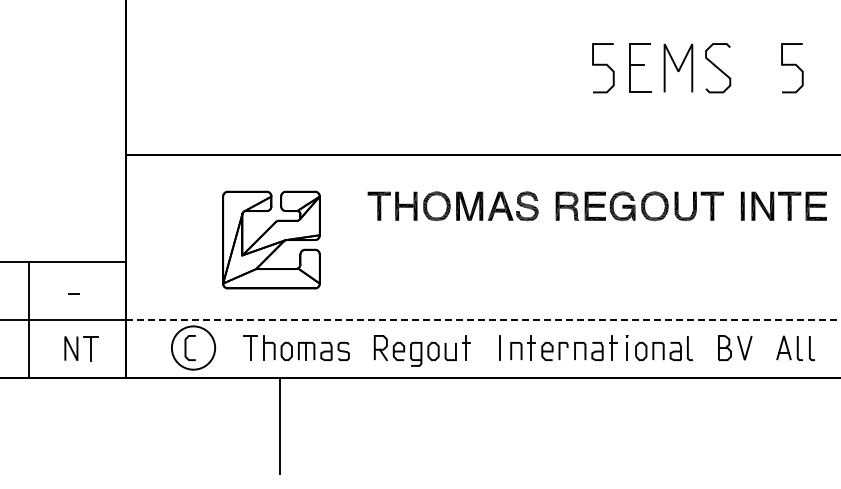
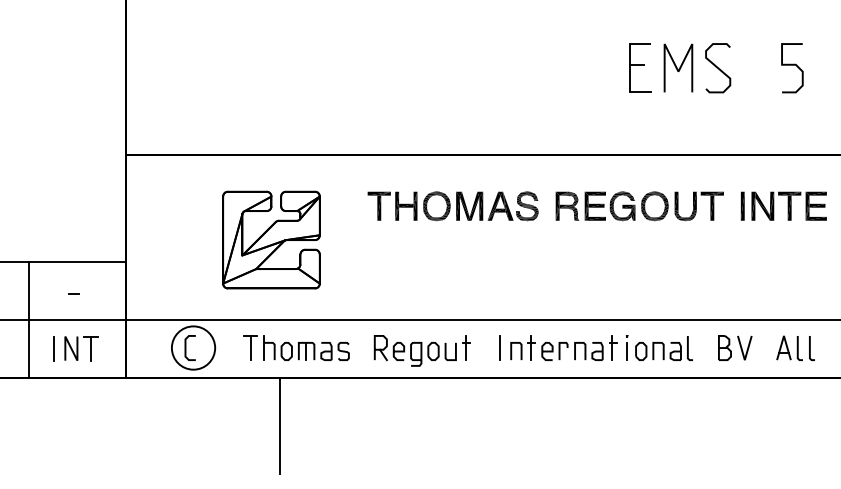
curve at (603, 65): present -> none
line at (483, 319): dashed -> solid
line at (54, 348): none -> present
